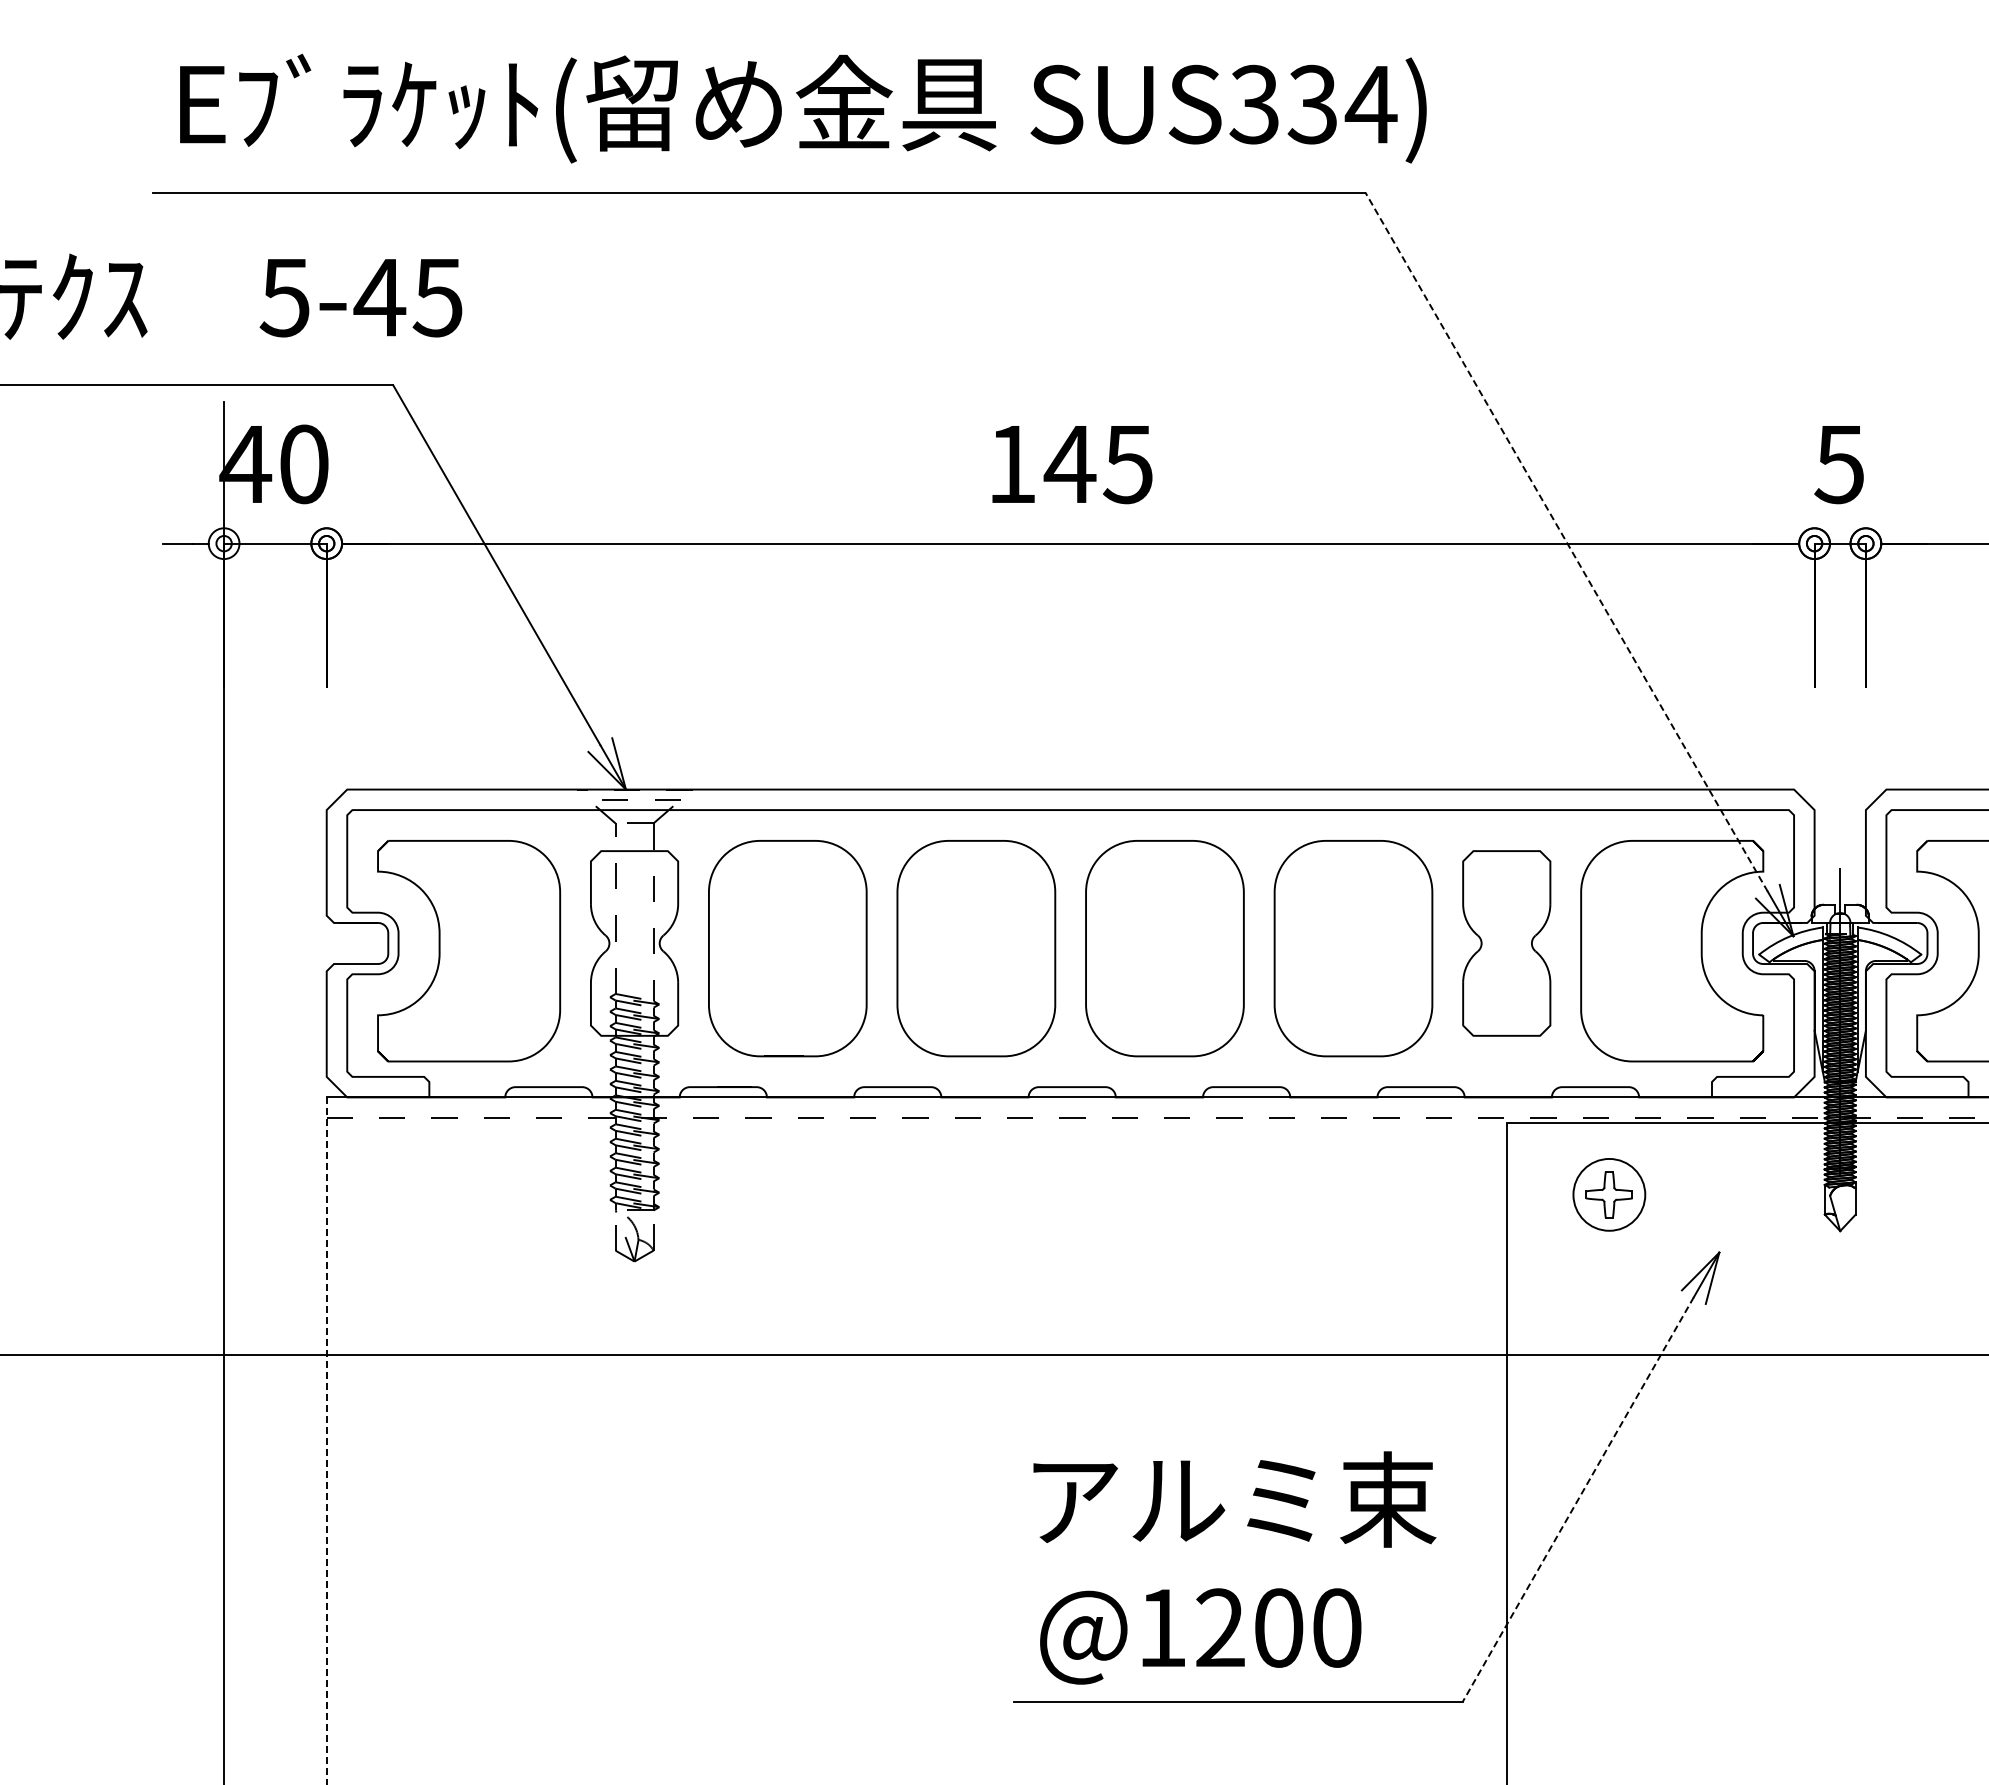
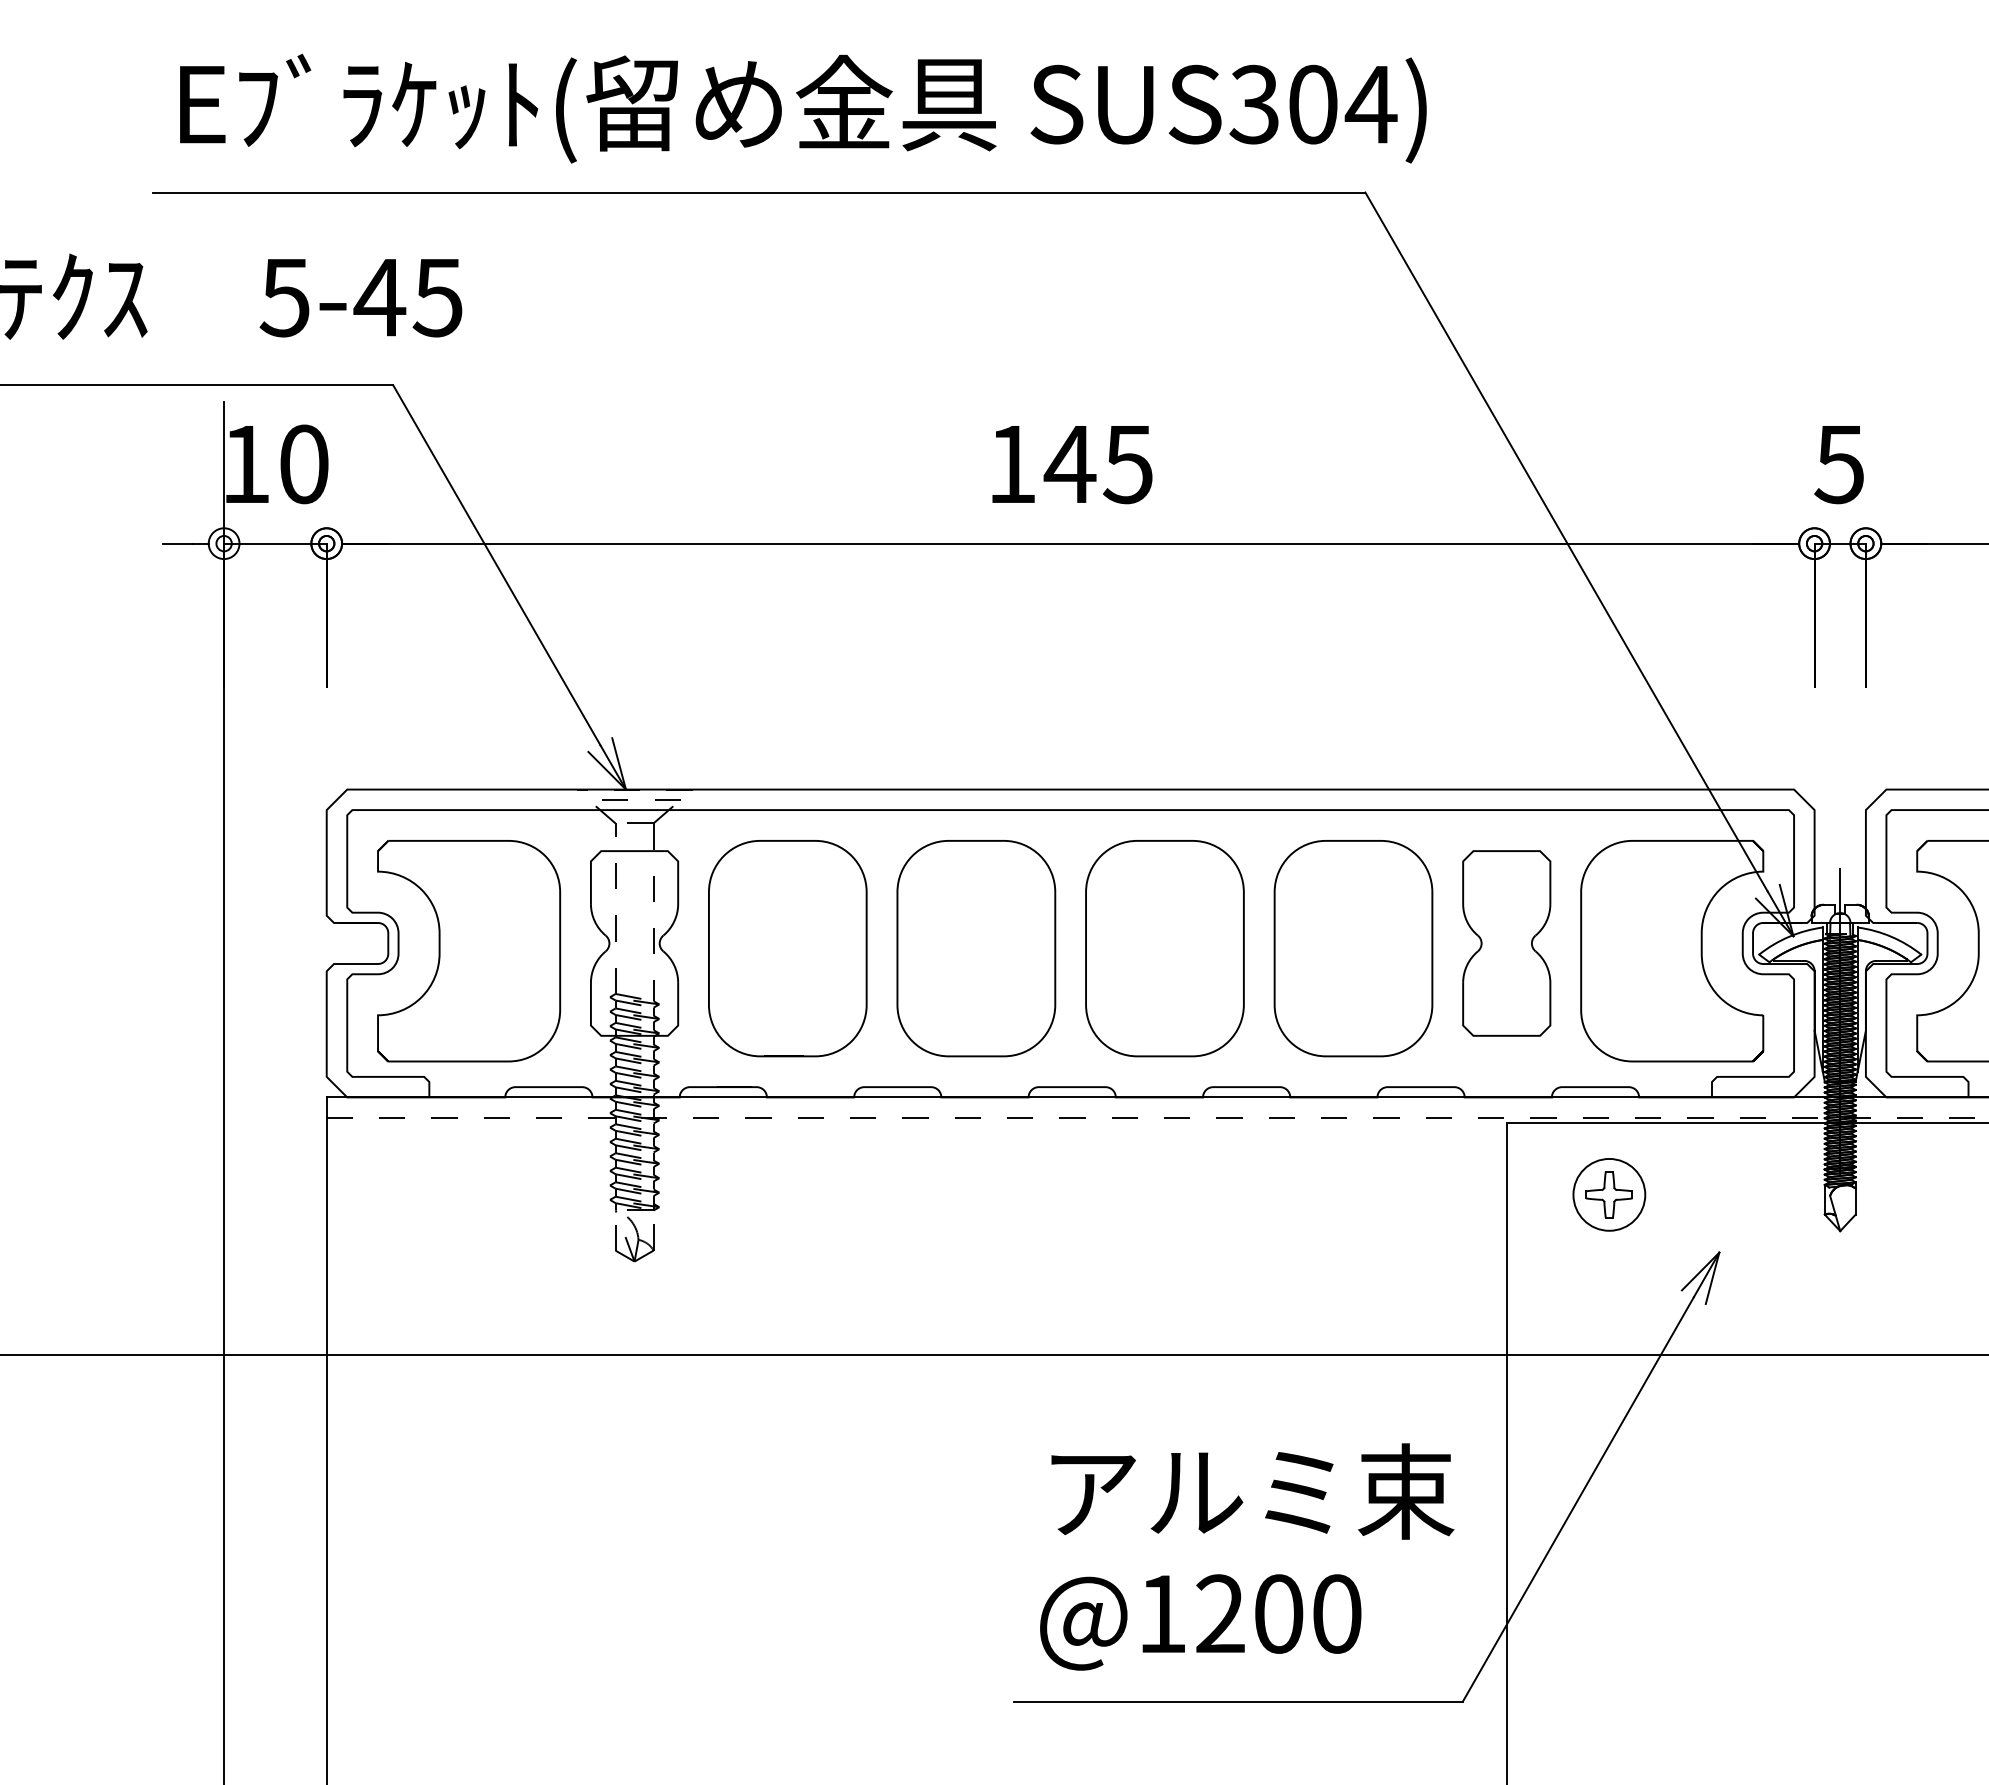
text at (1312, 104): SUS334) -> SUS304)
text at (245, 464): 40 -> 10
line at (1566, 541): dashed -> solid
line at (326, 1441): dashed -> solid
text at (1234, 1499) position: (1234, 1499) -> (1252, 1491)
line at (1578, 1499): dashed -> solid
text at (1200, 1636) position: (1200, 1636) -> (1200, 1622)
